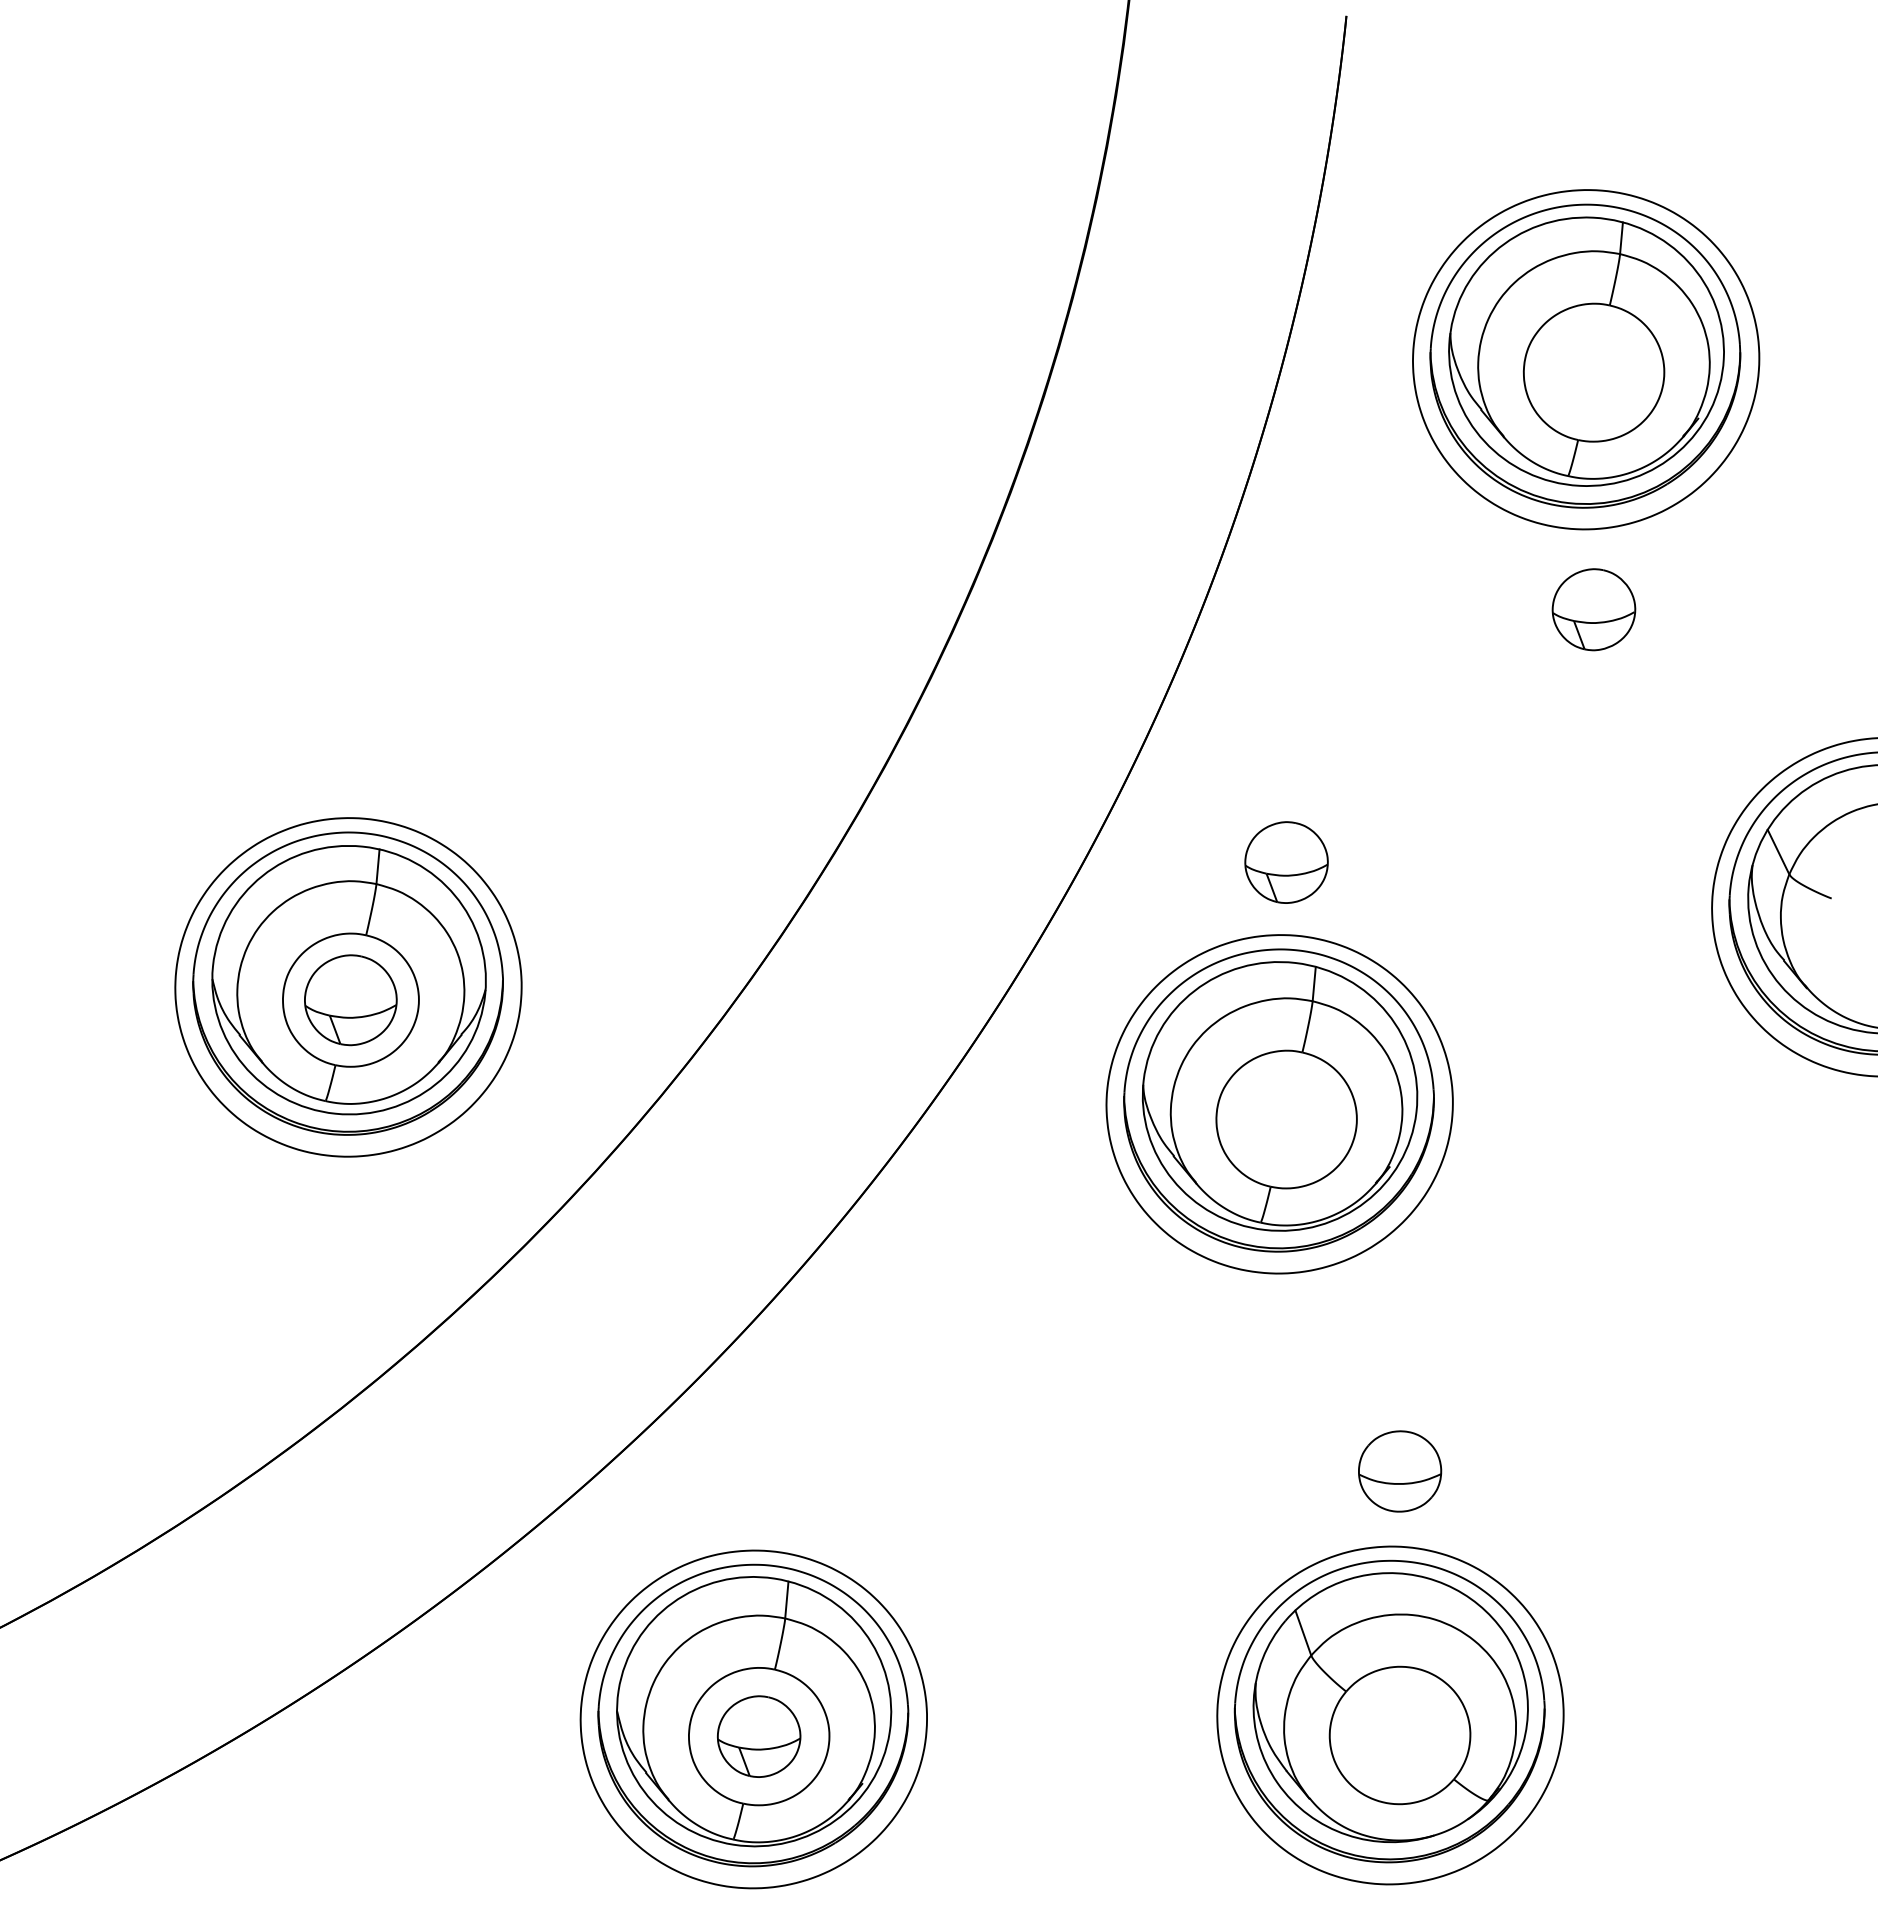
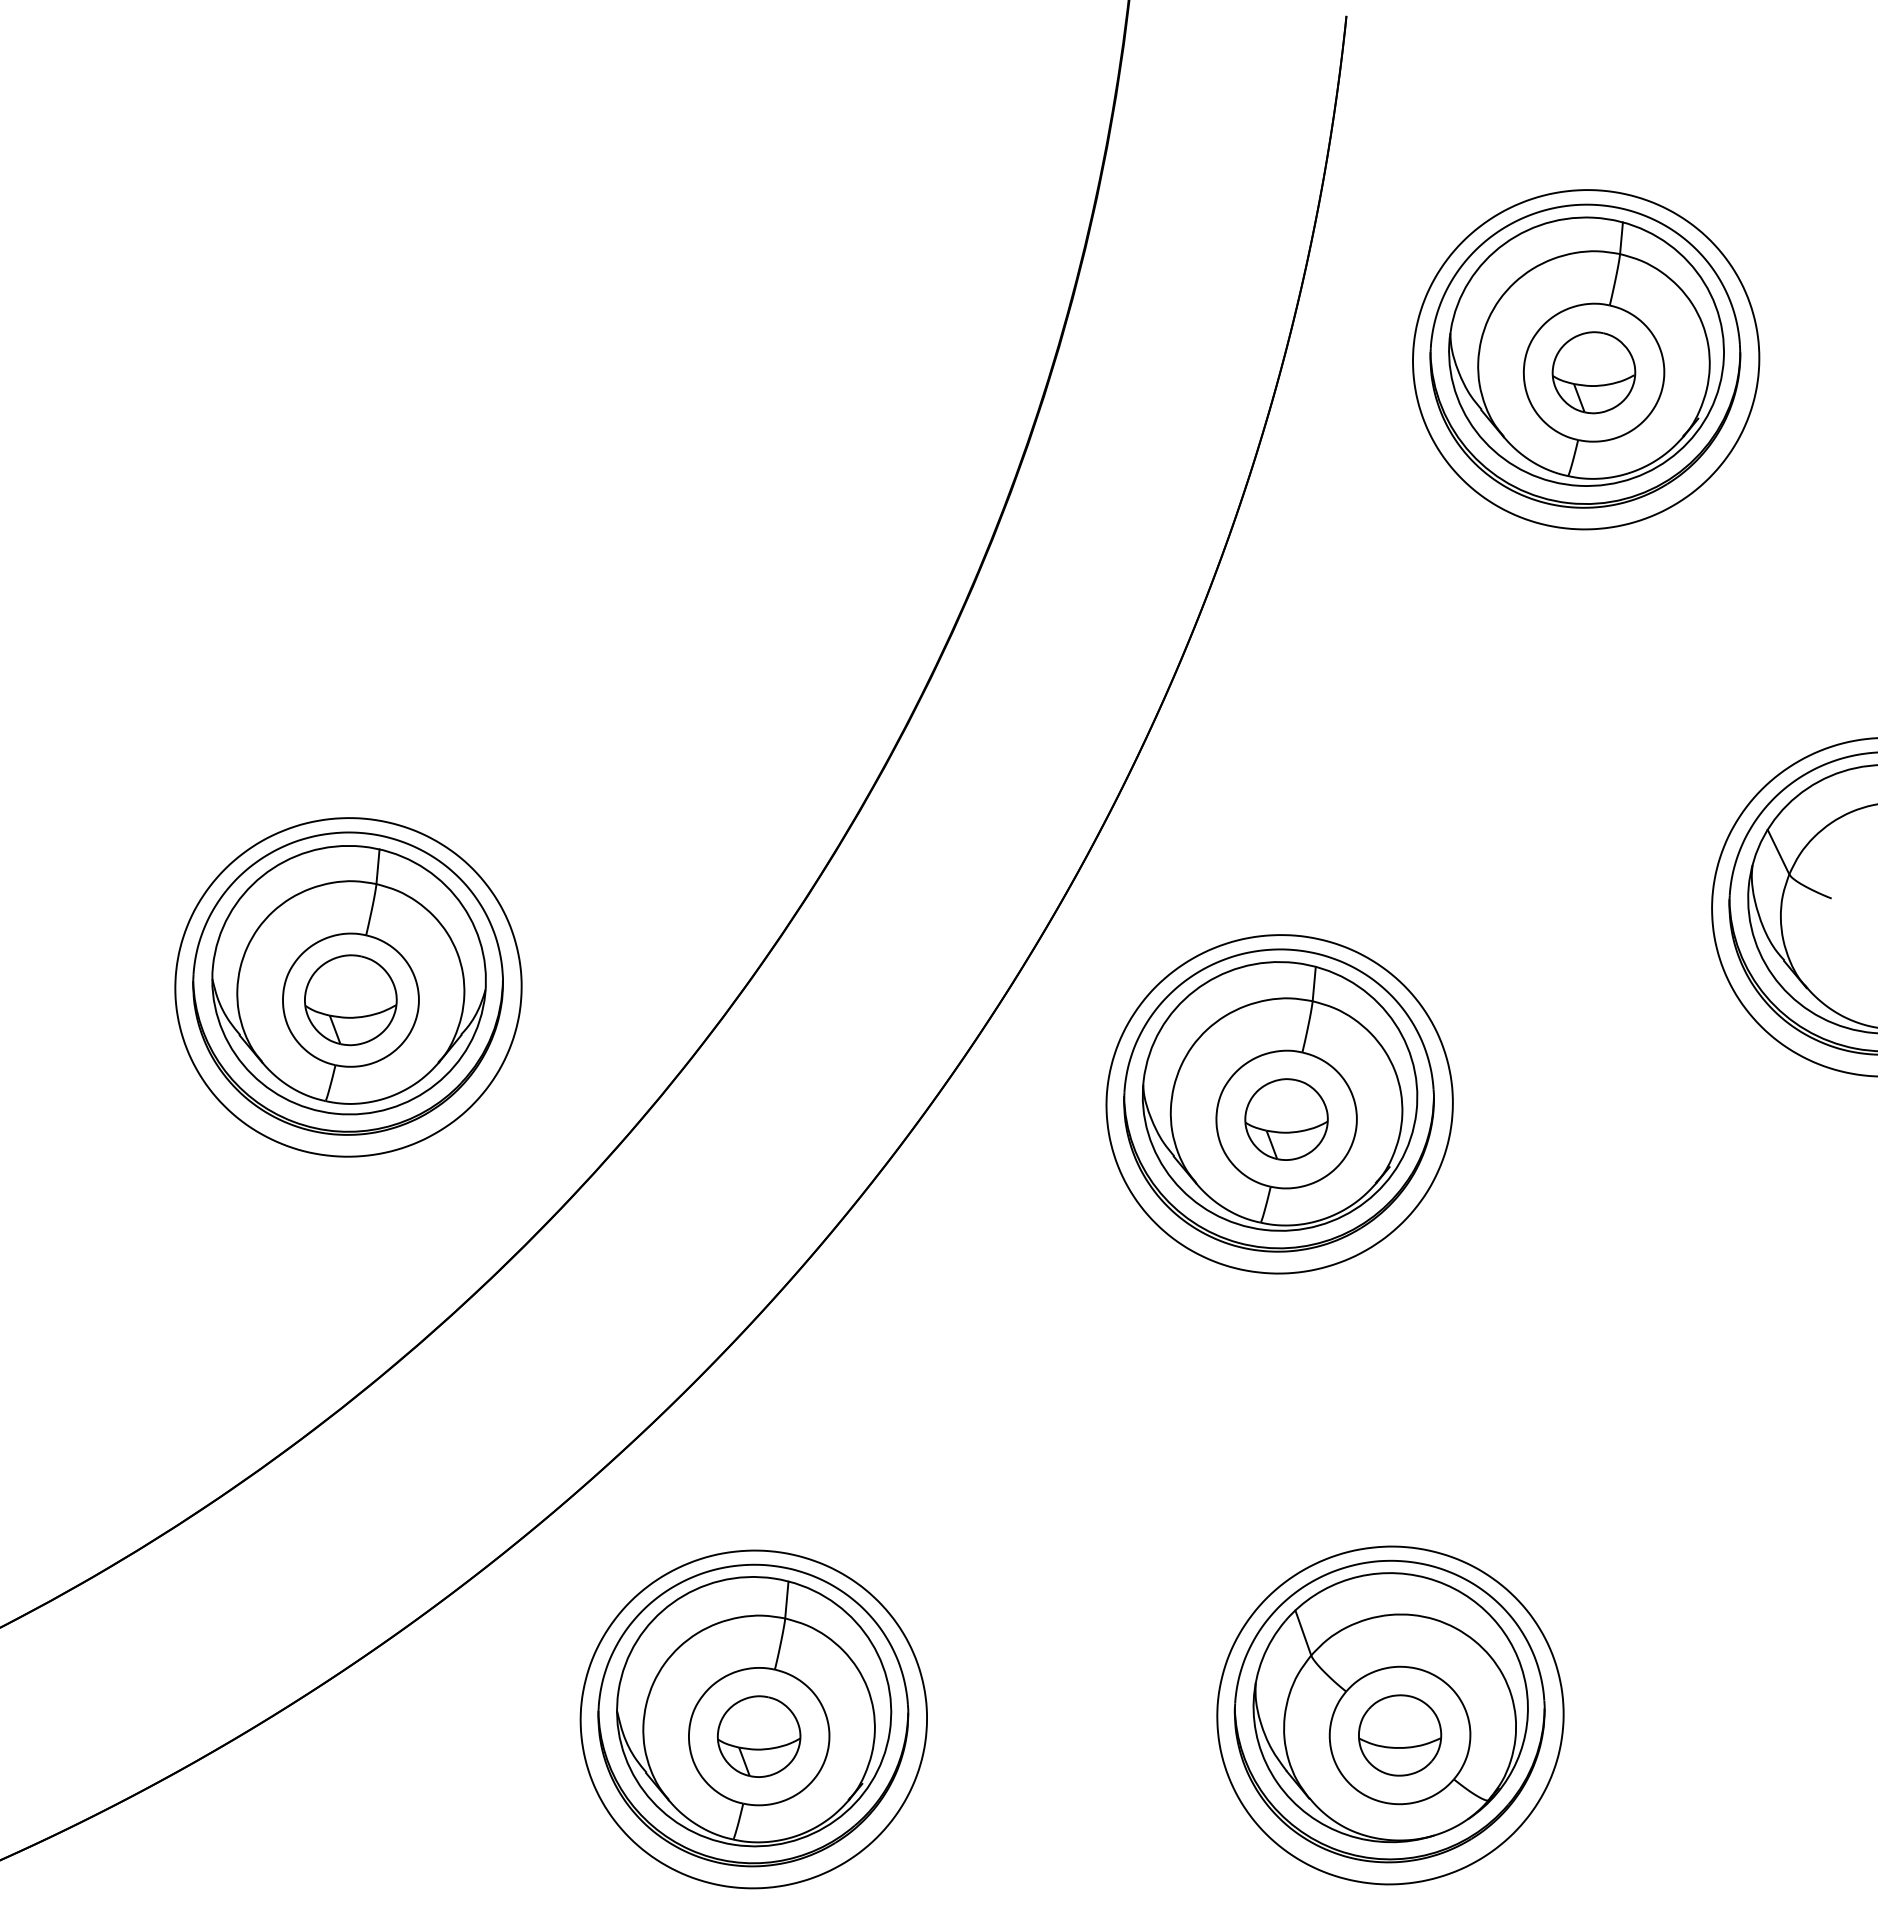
part at (1593, 609) position: (1593, 609) -> (1593, 372)
part at (1286, 862) position: (1286, 862) -> (1286, 1119)
part at (1400, 1471) position: (1400, 1471) -> (1400, 1735)
